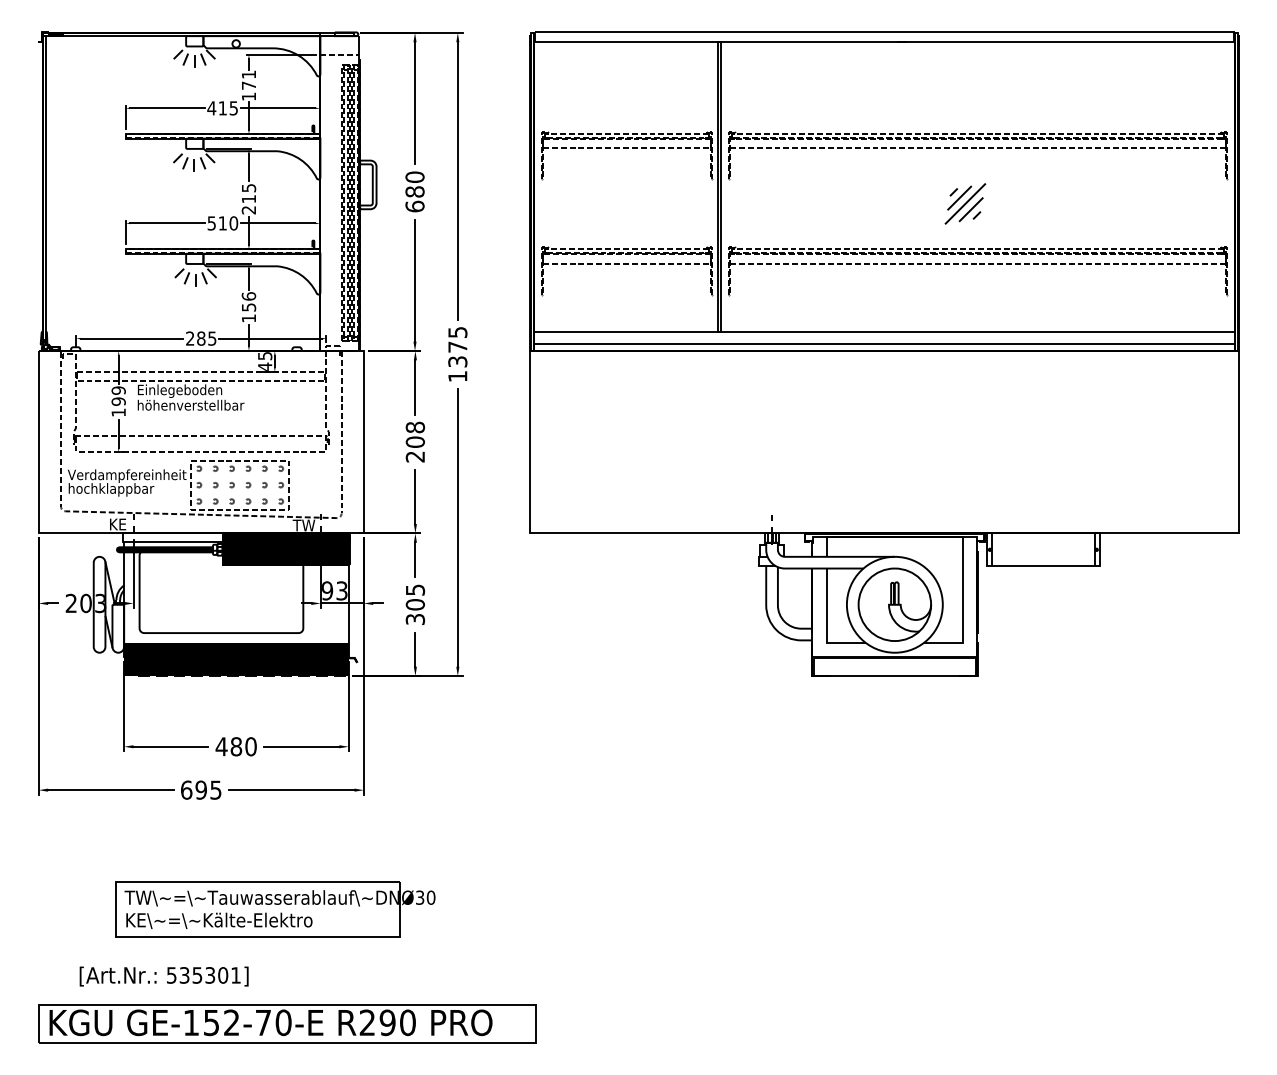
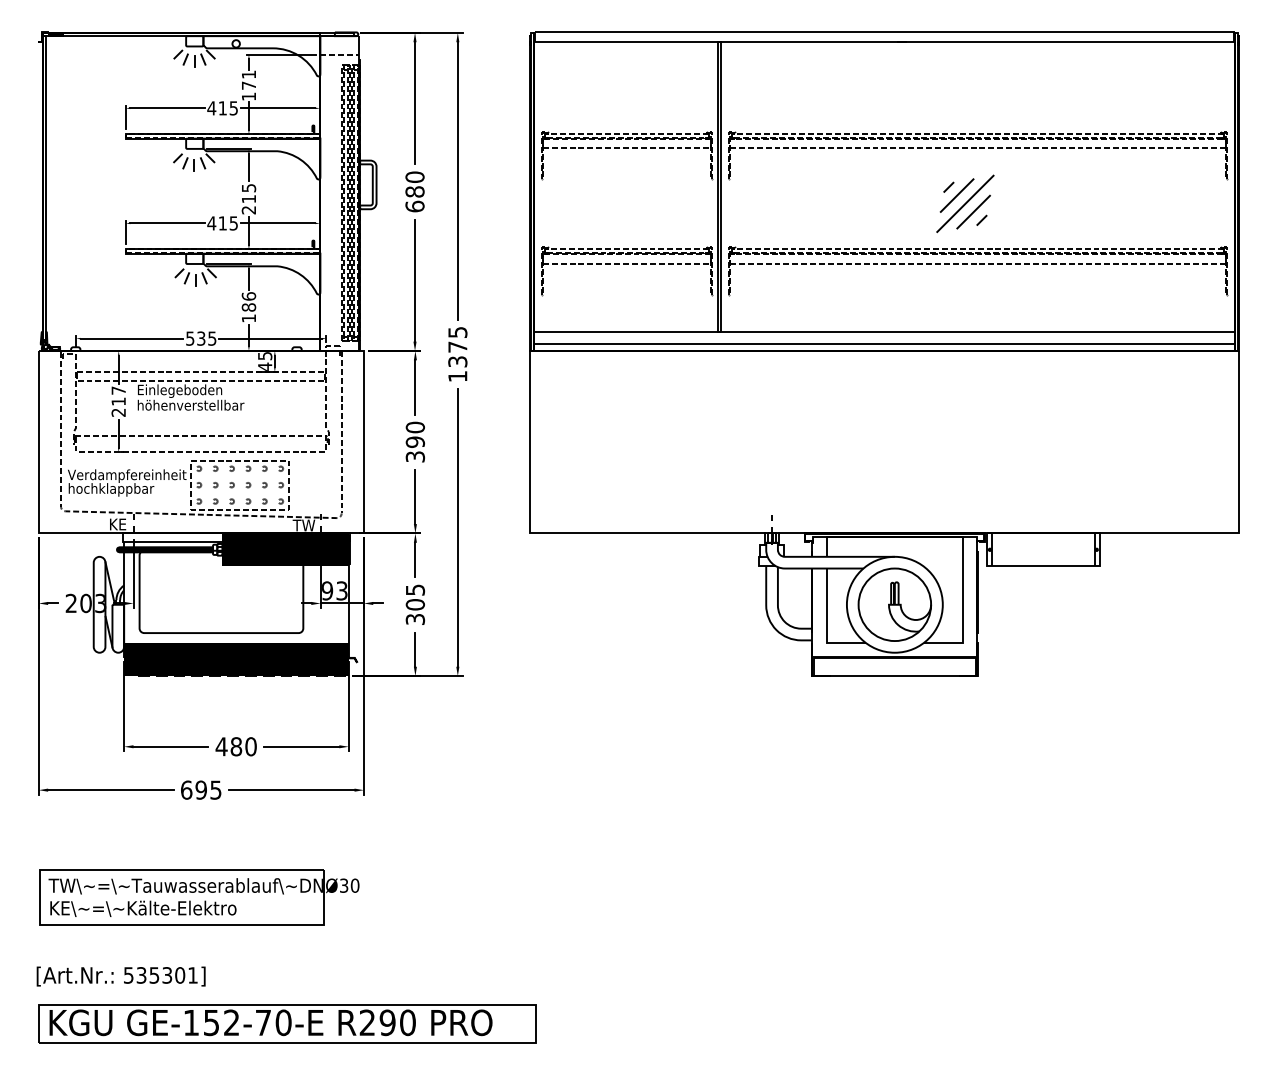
part at (965, 203) size: 43x42 px -> 59x60 px
text at (222, 223): 510 -> 415
text at (248, 307): 156 -> 186
text at (195, 338): 285 -> 535
text at (118, 401): 199 -> 217
text at (415, 441): 208 -> 390
part at (275, 909) position: (275, 909) -> (199, 897)
text at (163, 976) position: (163, 976) -> (120, 976)
